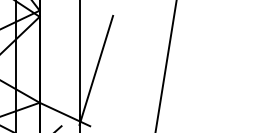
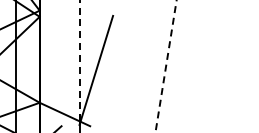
line at (79, 66): solid -> dashed
line at (166, 66): solid -> dashed
